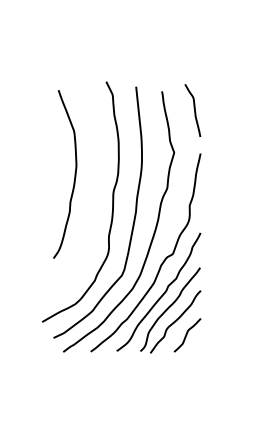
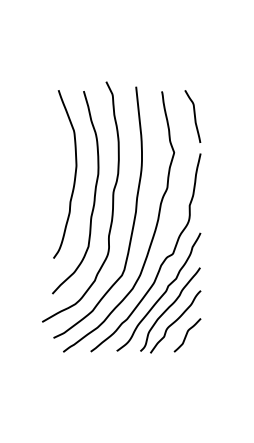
curve at (194, 110) position: (194, 110) -> (194, 116)
curve at (93, 197): none -> present
